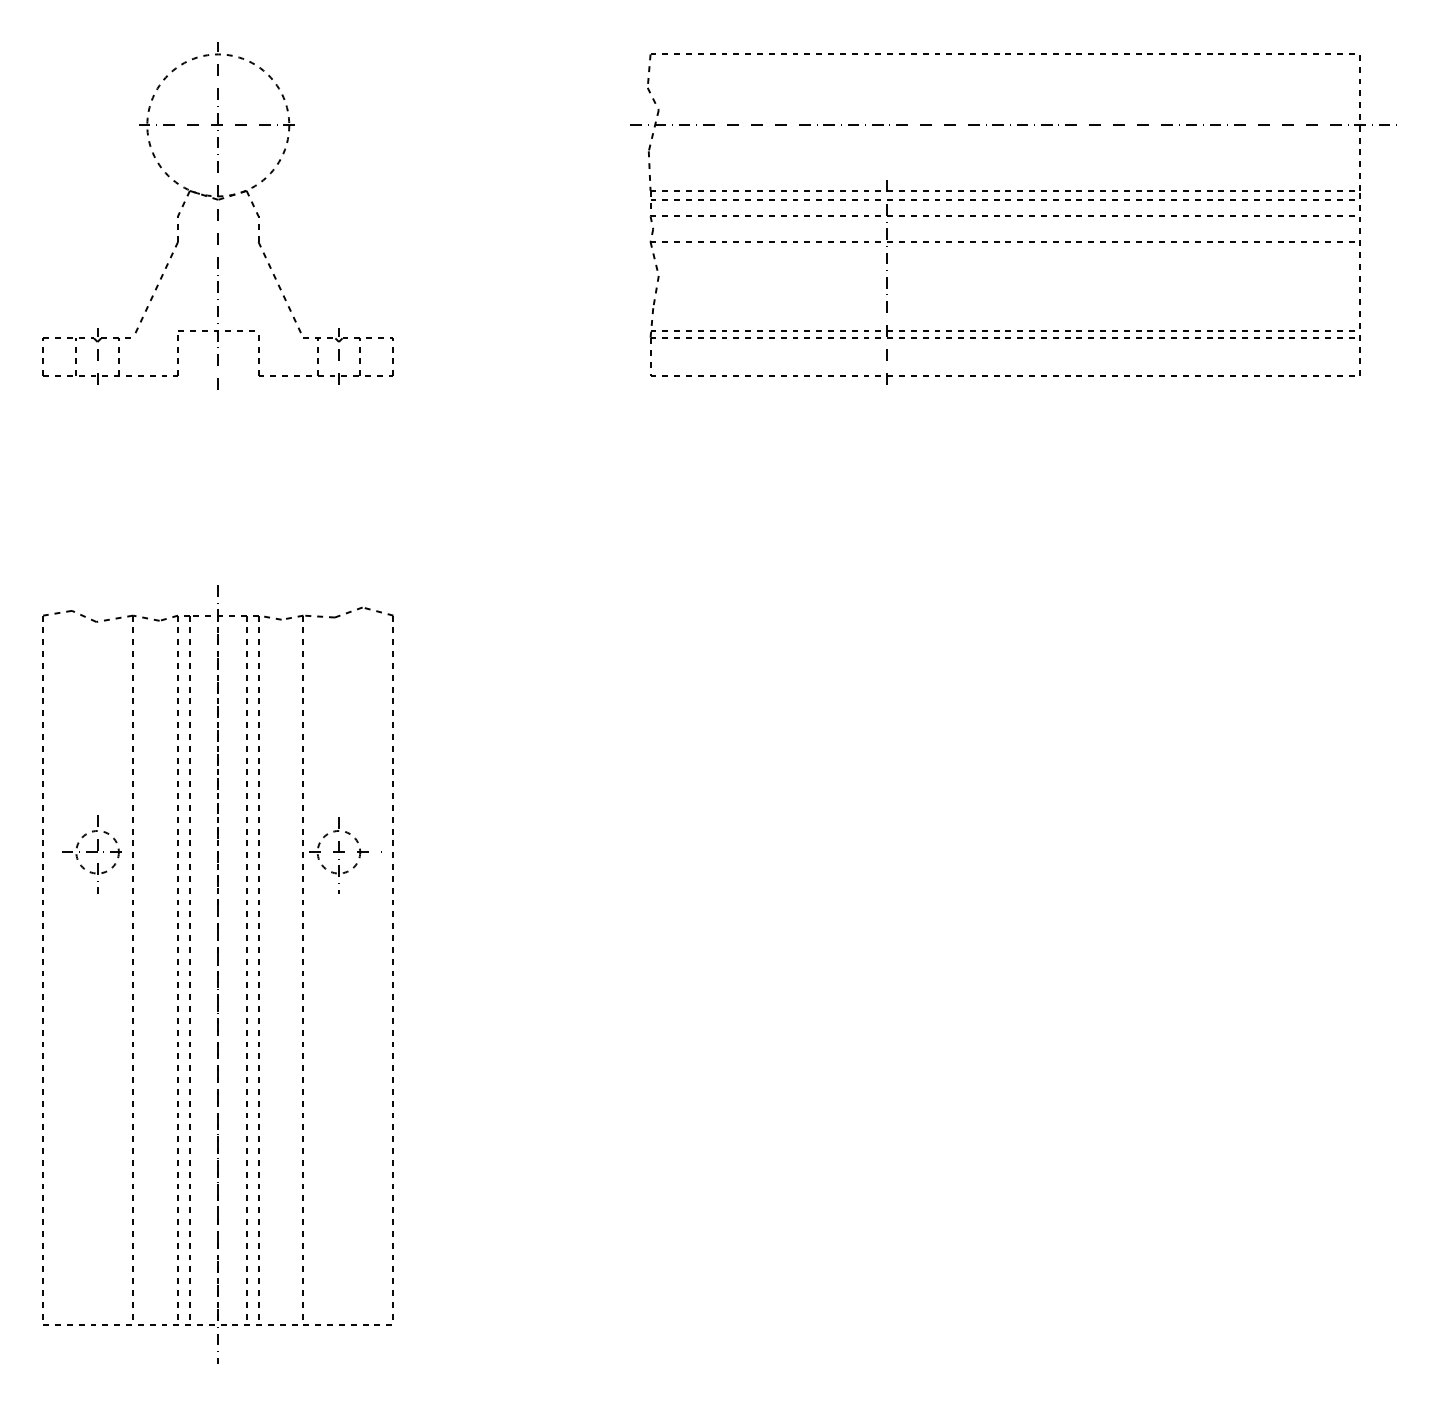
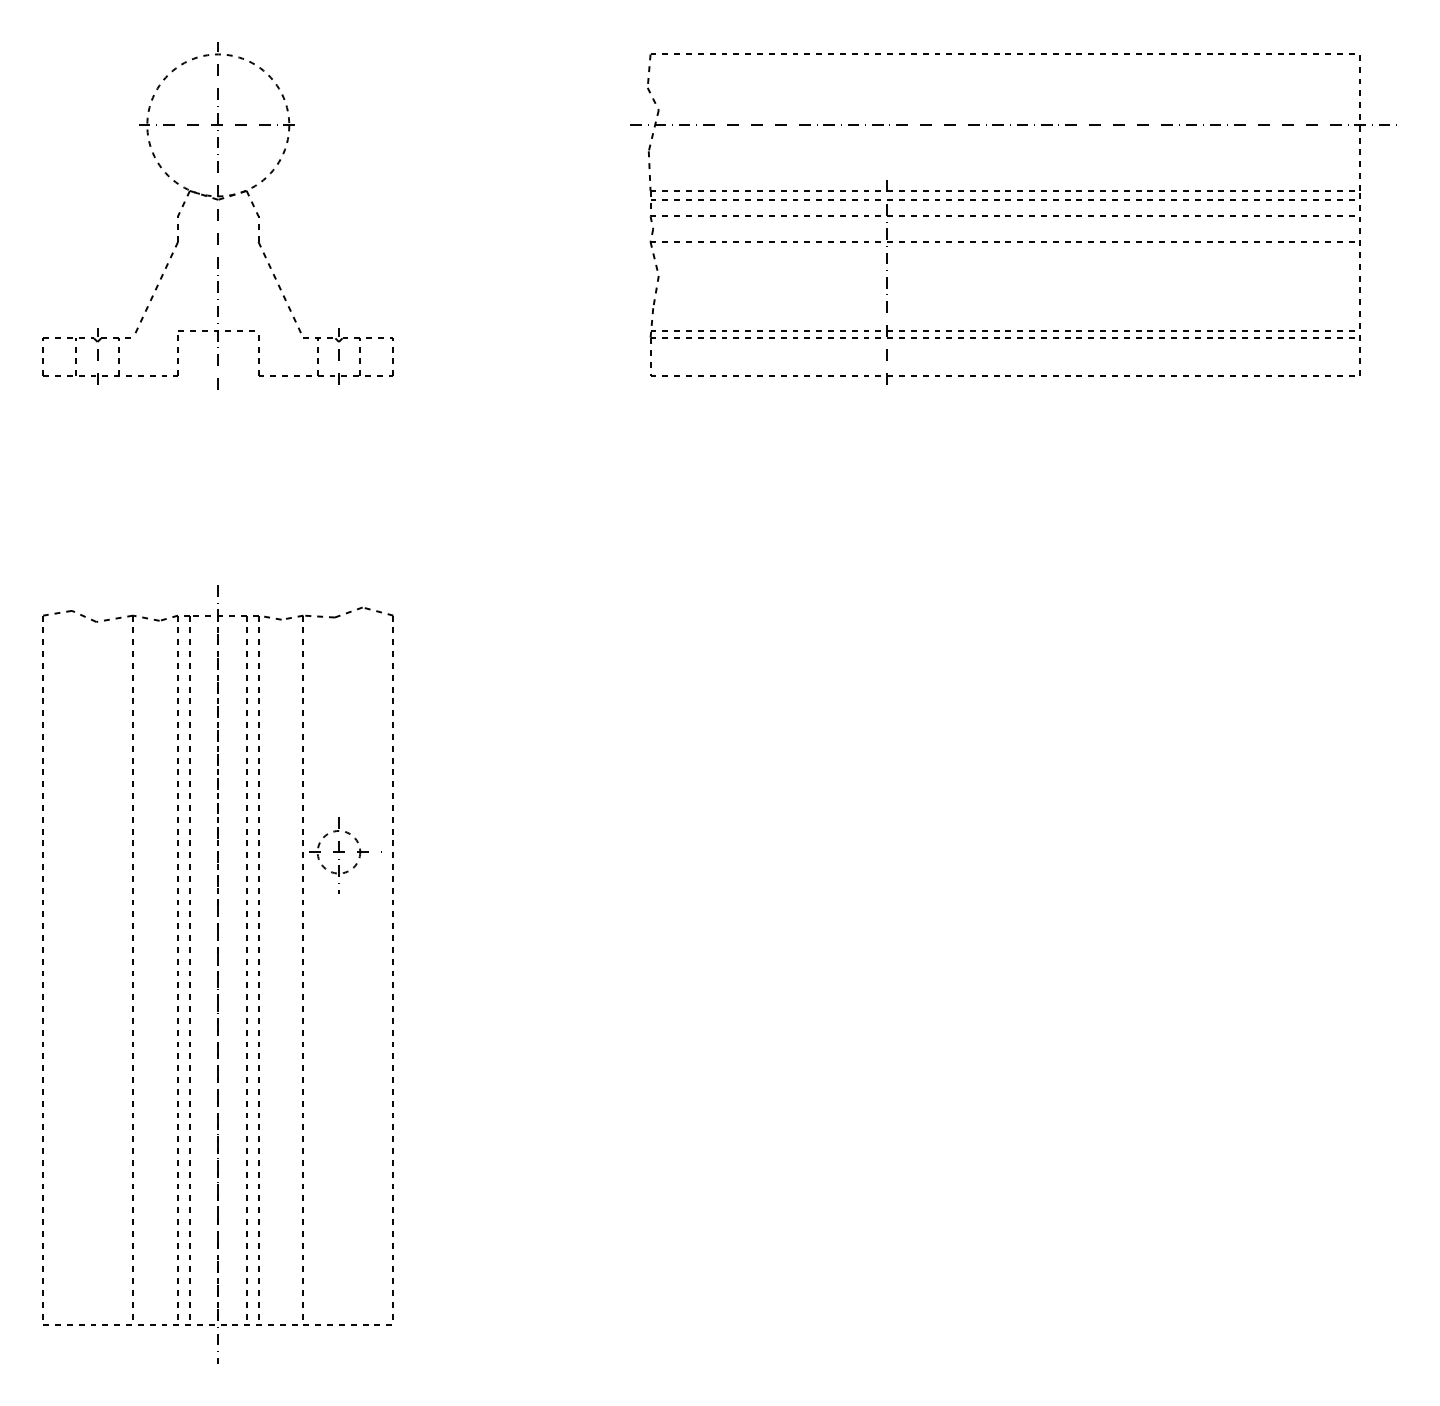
part at (91, 854): present -> none
